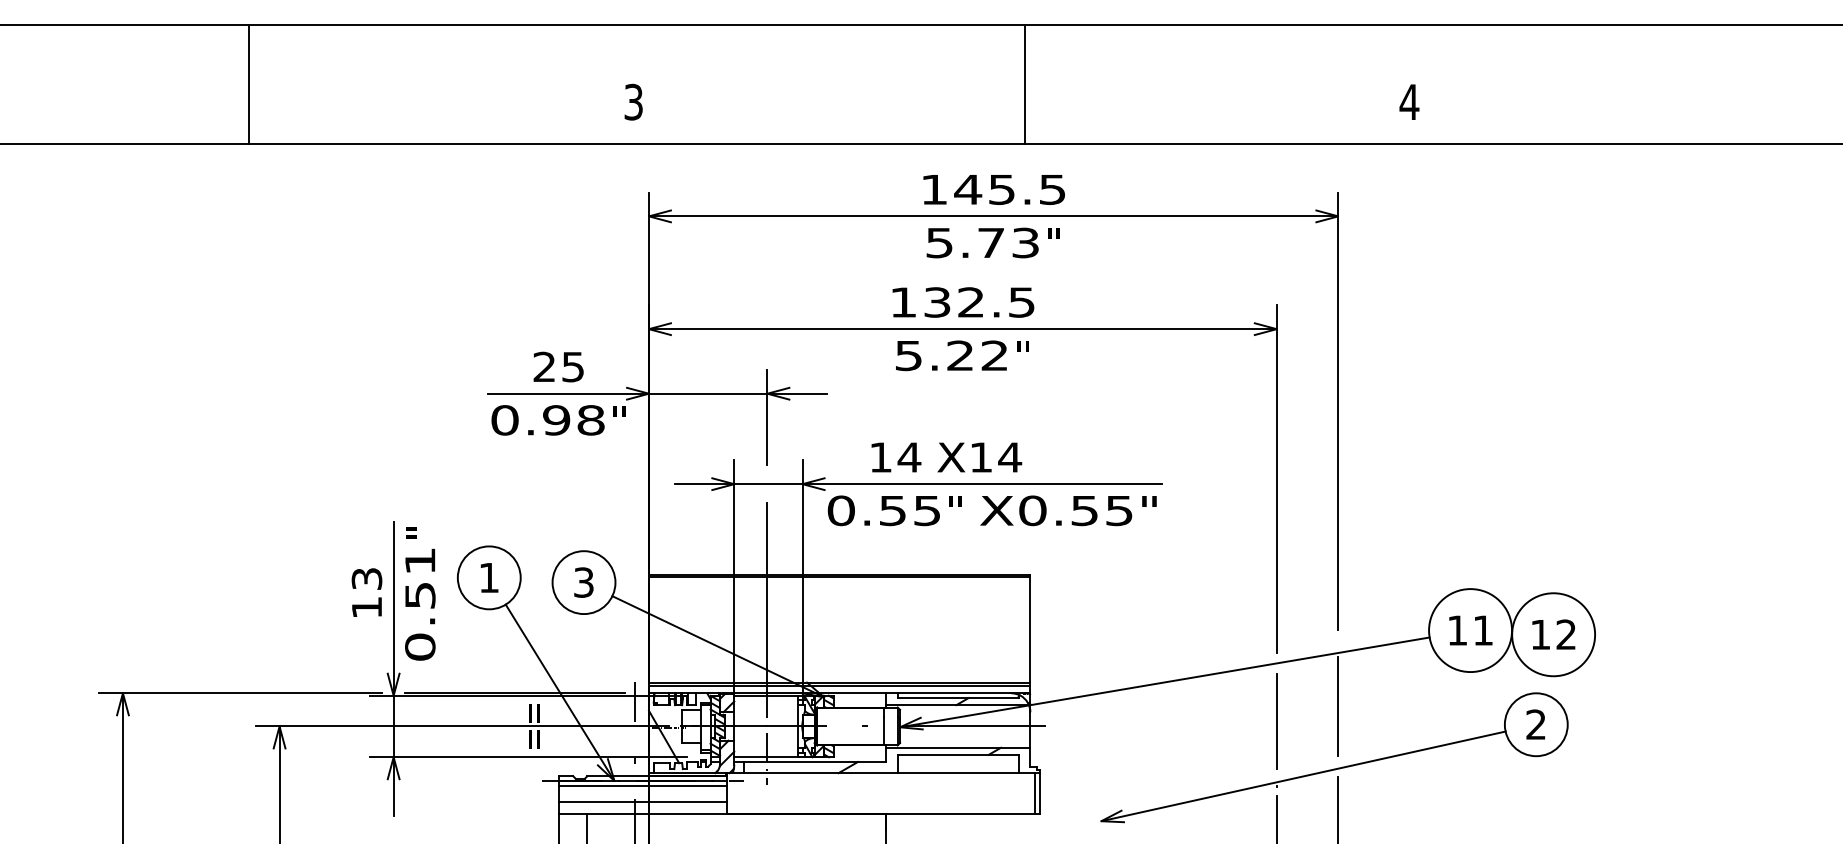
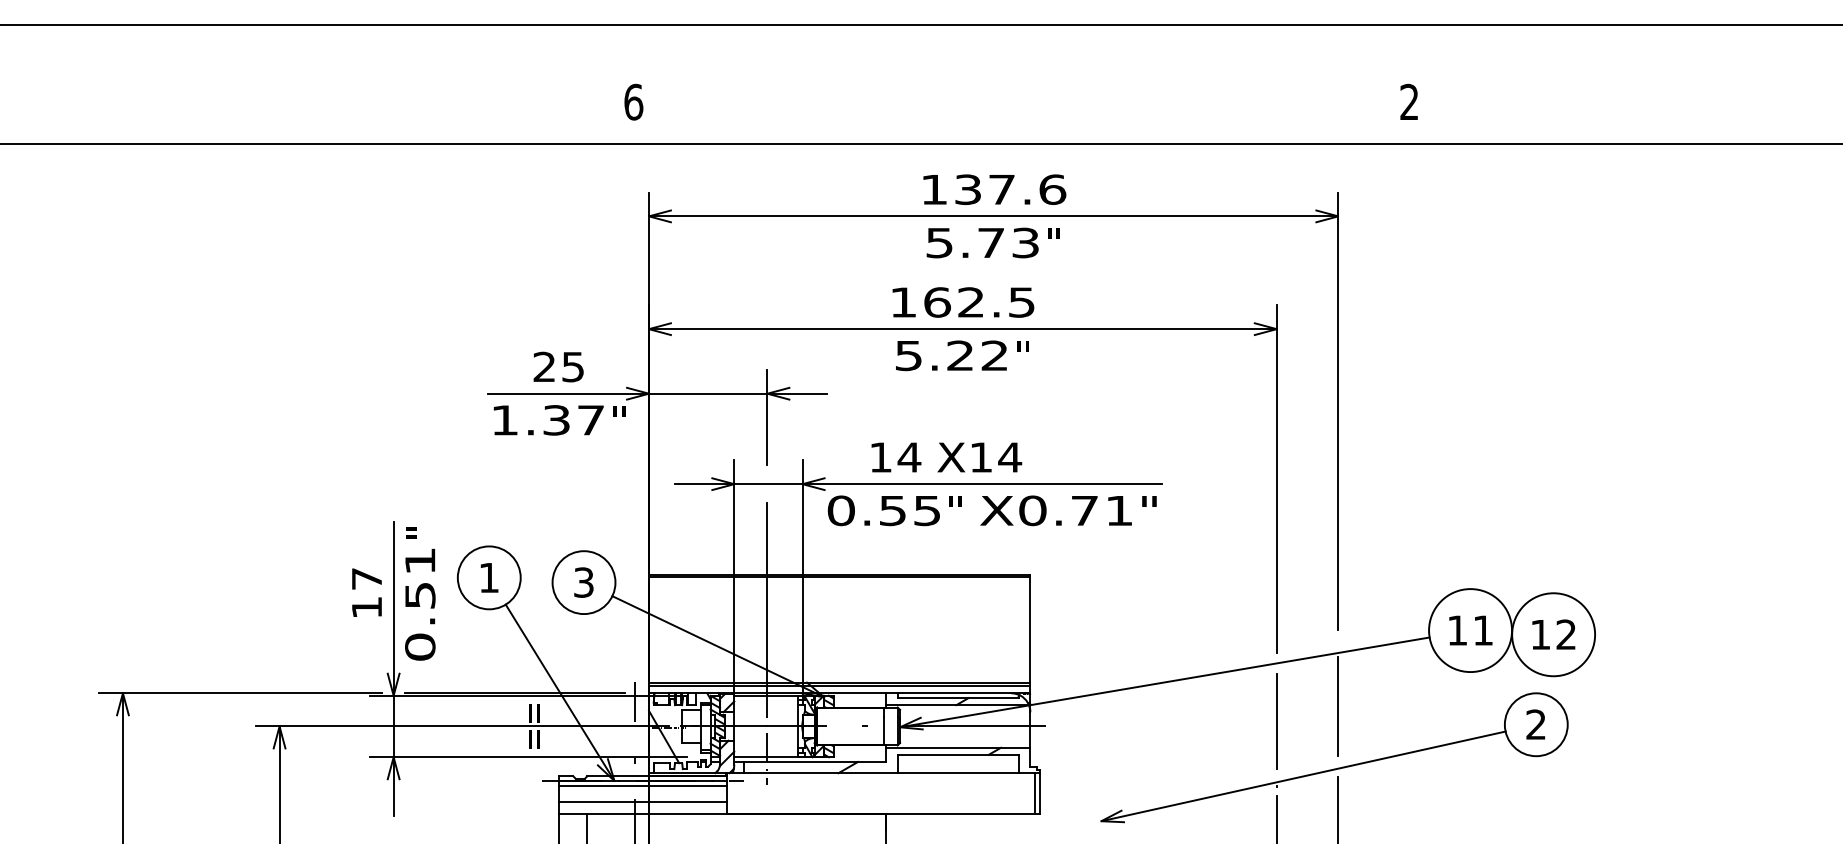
line at (249, 84): present -> none
line at (1024, 84): present -> none
text at (633, 101): 3 -> 6
text at (1409, 101): 4 -> 2
text at (1010, 189): 145.5 -> 137.6
text at (937, 302): 132.5 -> 162.5
text at (547, 420): 0.98 -> 1.37
text at (1101, 511): X0.55" -> X0.71"
text at (366, 578): 13 -> 17
